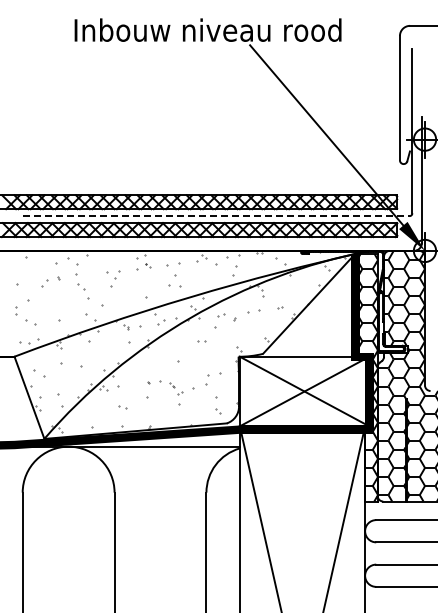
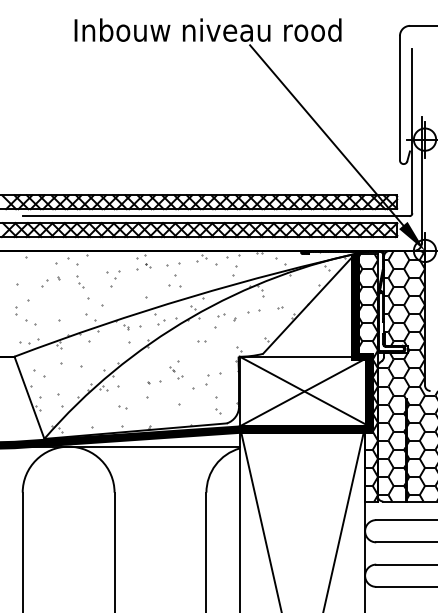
line at (216, 216): dashed -> solid
part at (80, 281) size: 11x18 px -> 9x14 px
part at (176, 388) position: (176, 388) -> (176, 372)
